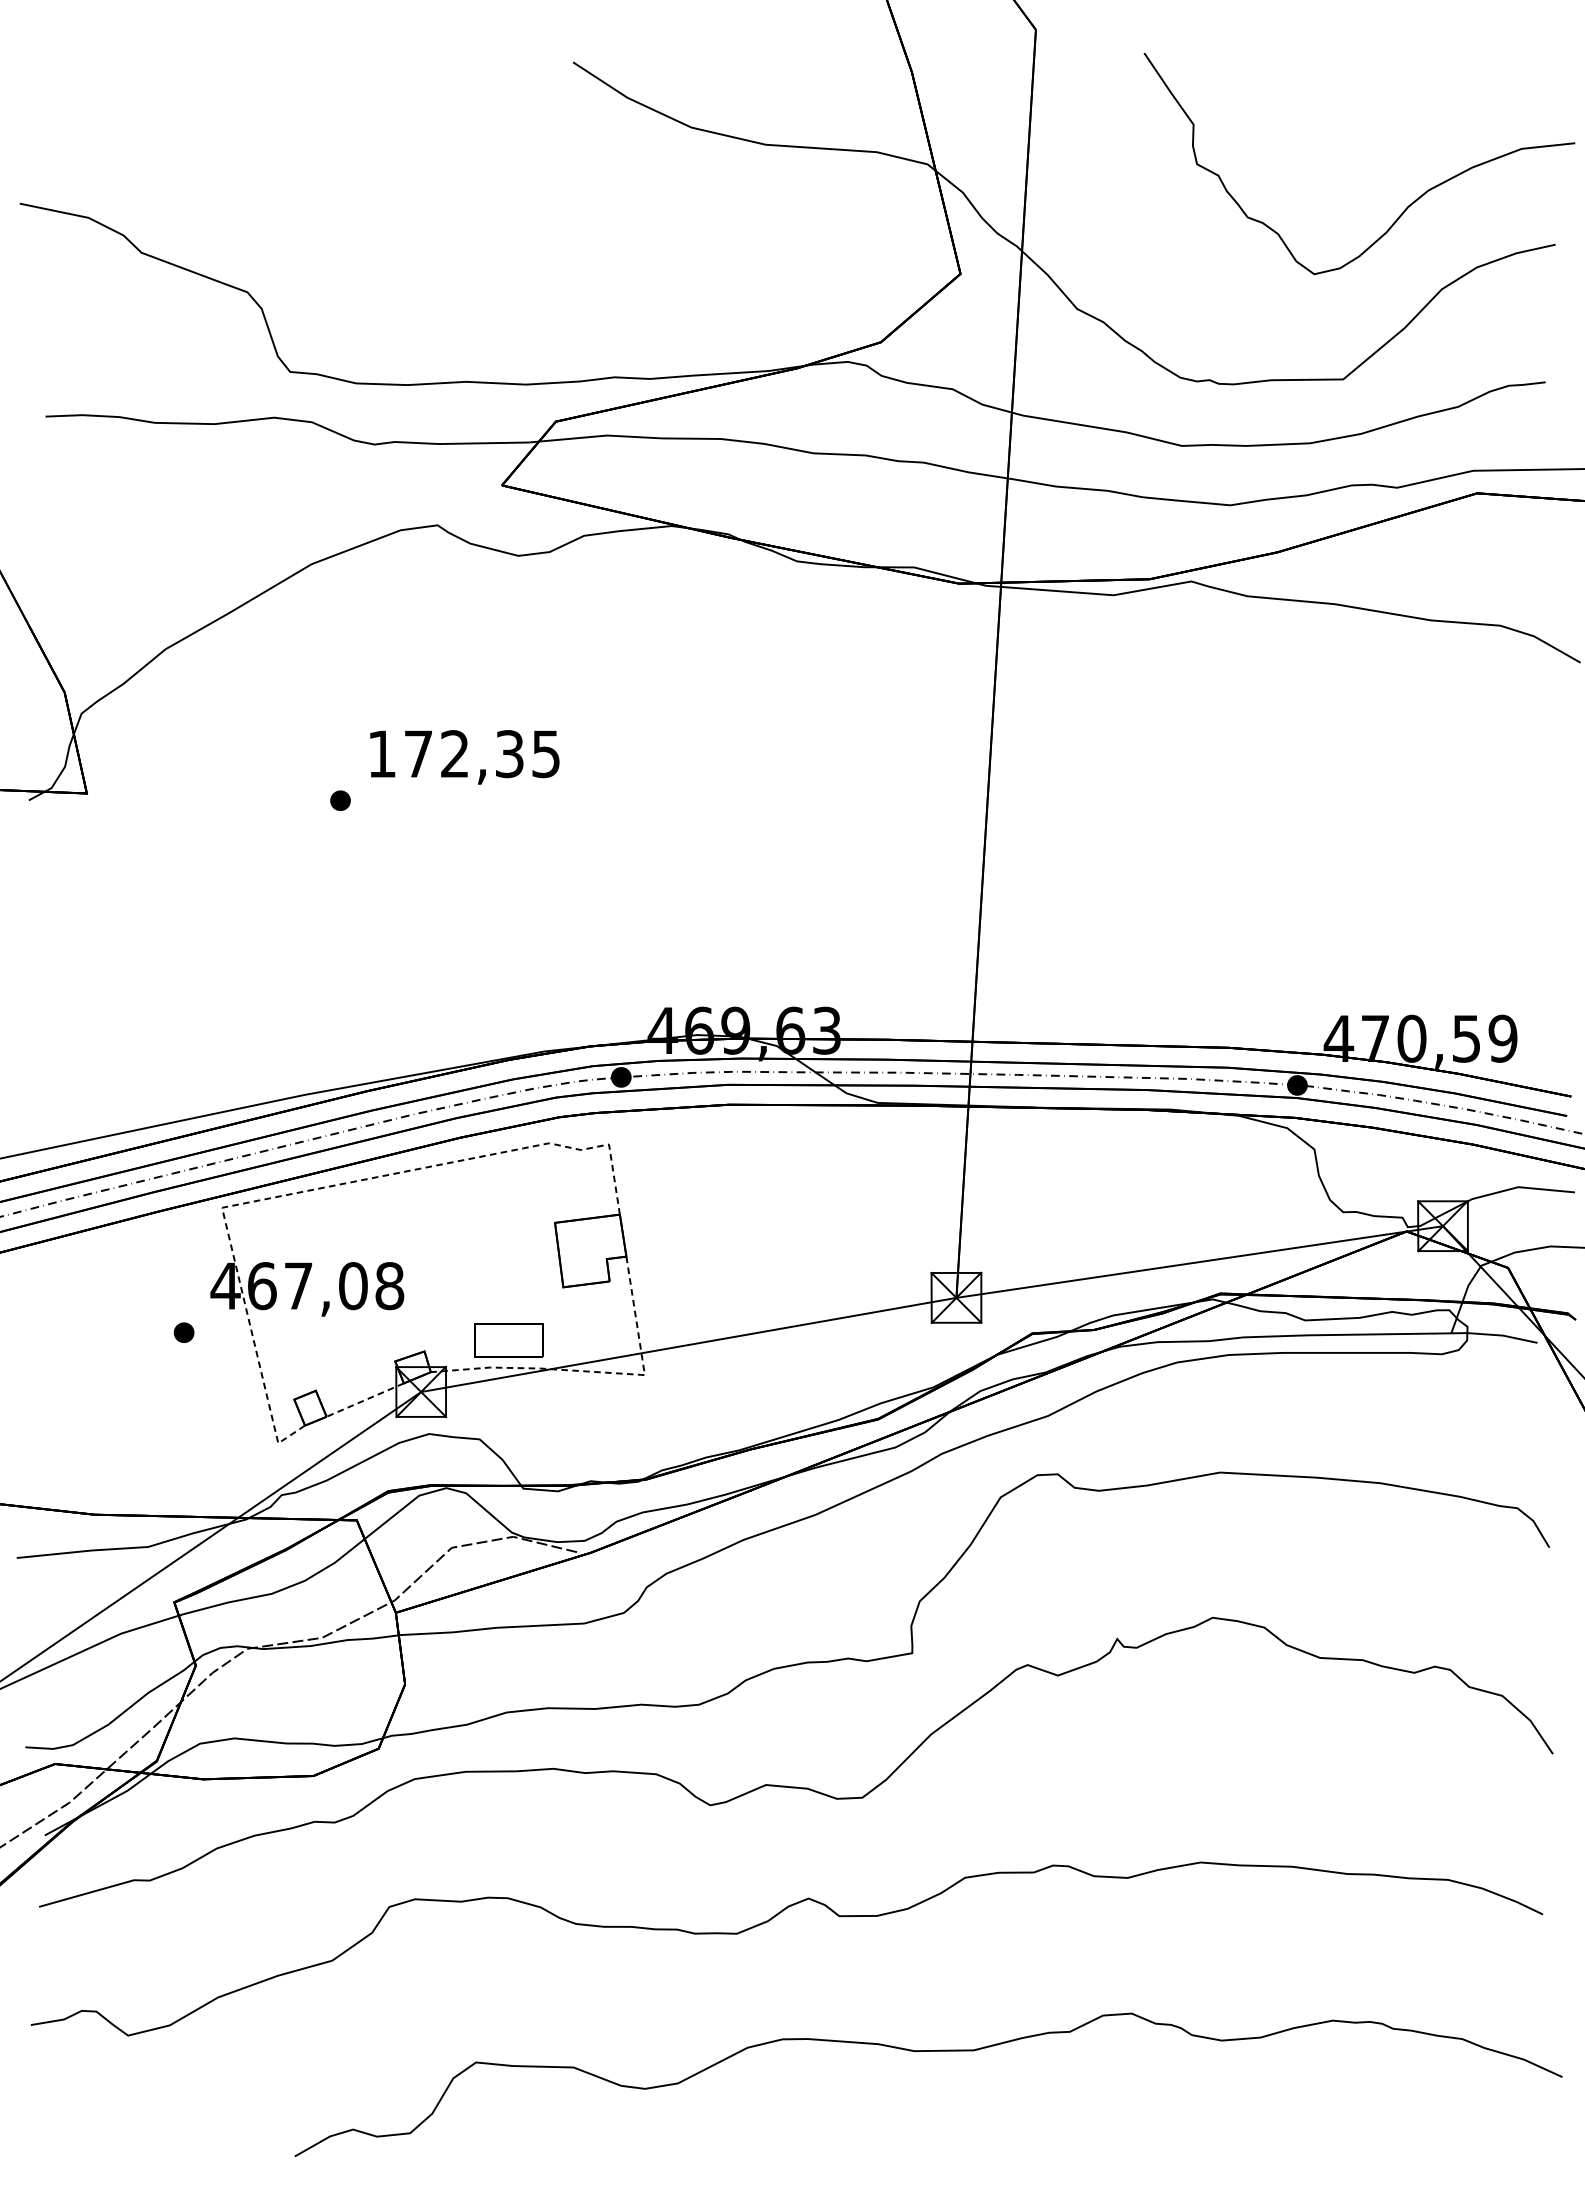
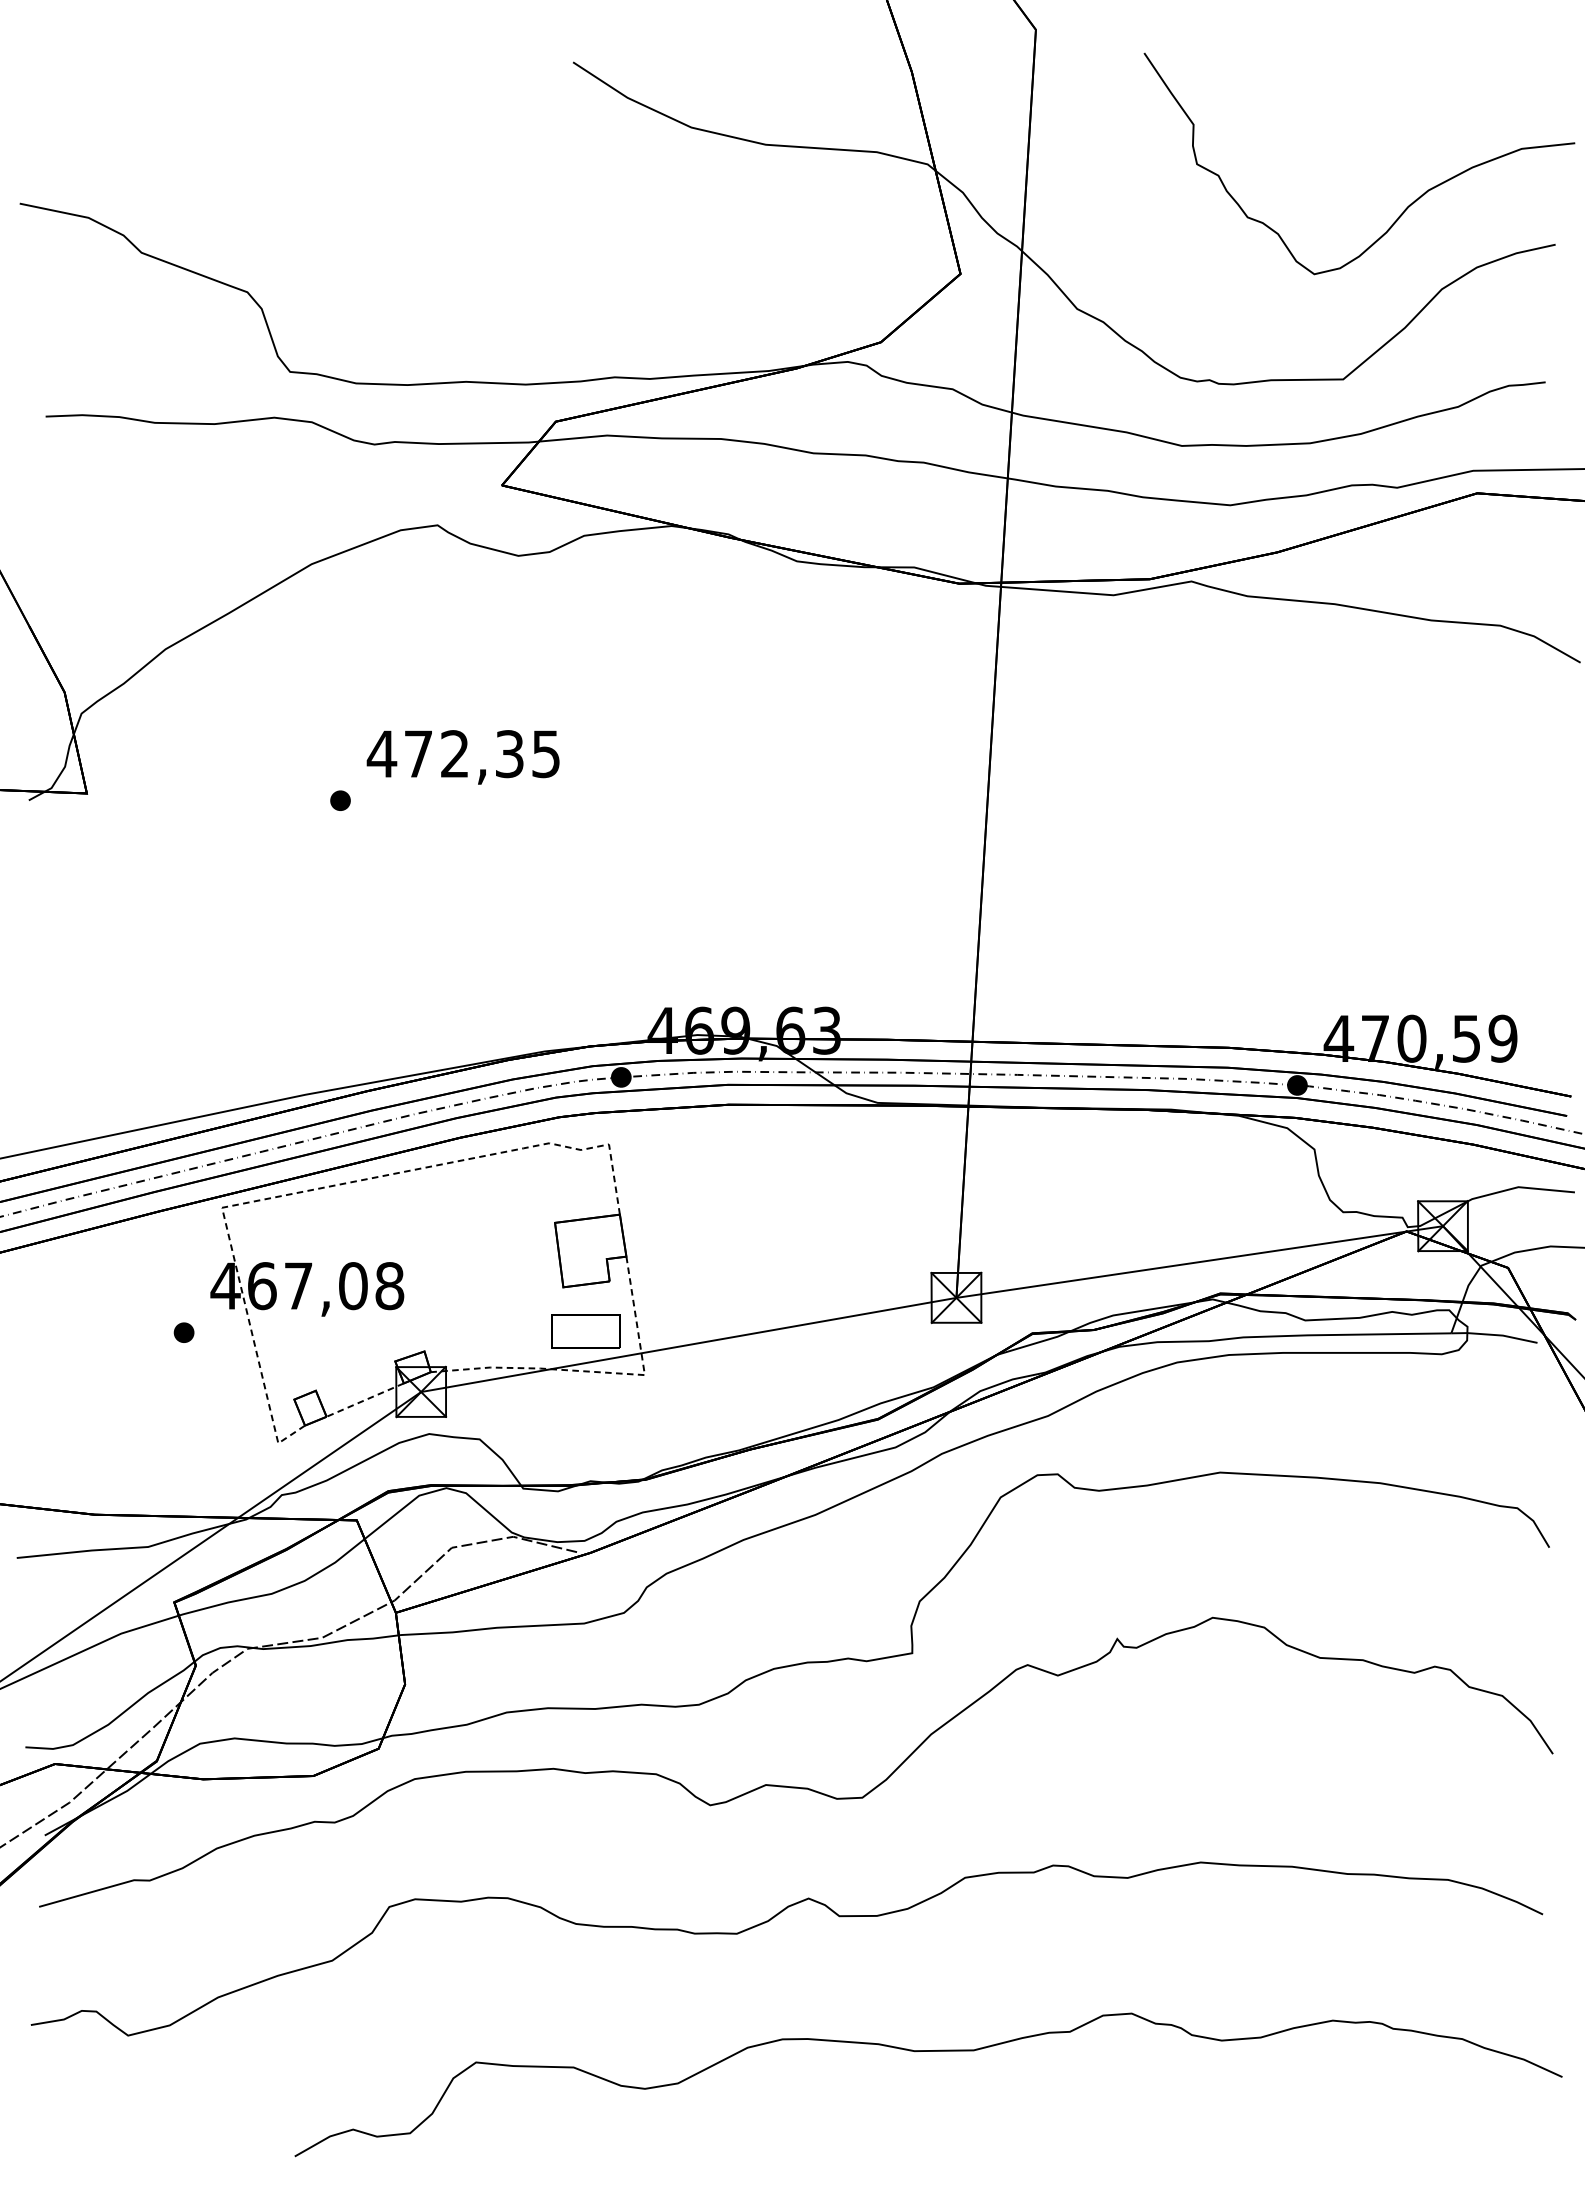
text at (381, 753): 172,35 -> 472,35
part at (508, 1340) position: (508, 1340) -> (585, 1331)
